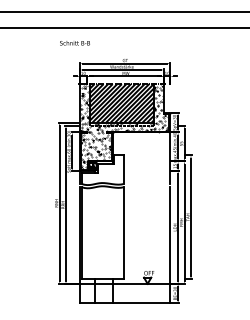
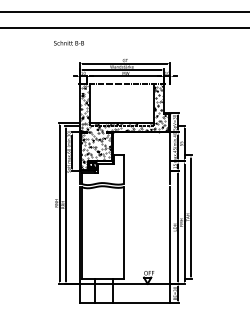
text at (74, 43) position: (74, 43) -> (68, 43)
hatch at (121, 103): present -> none
